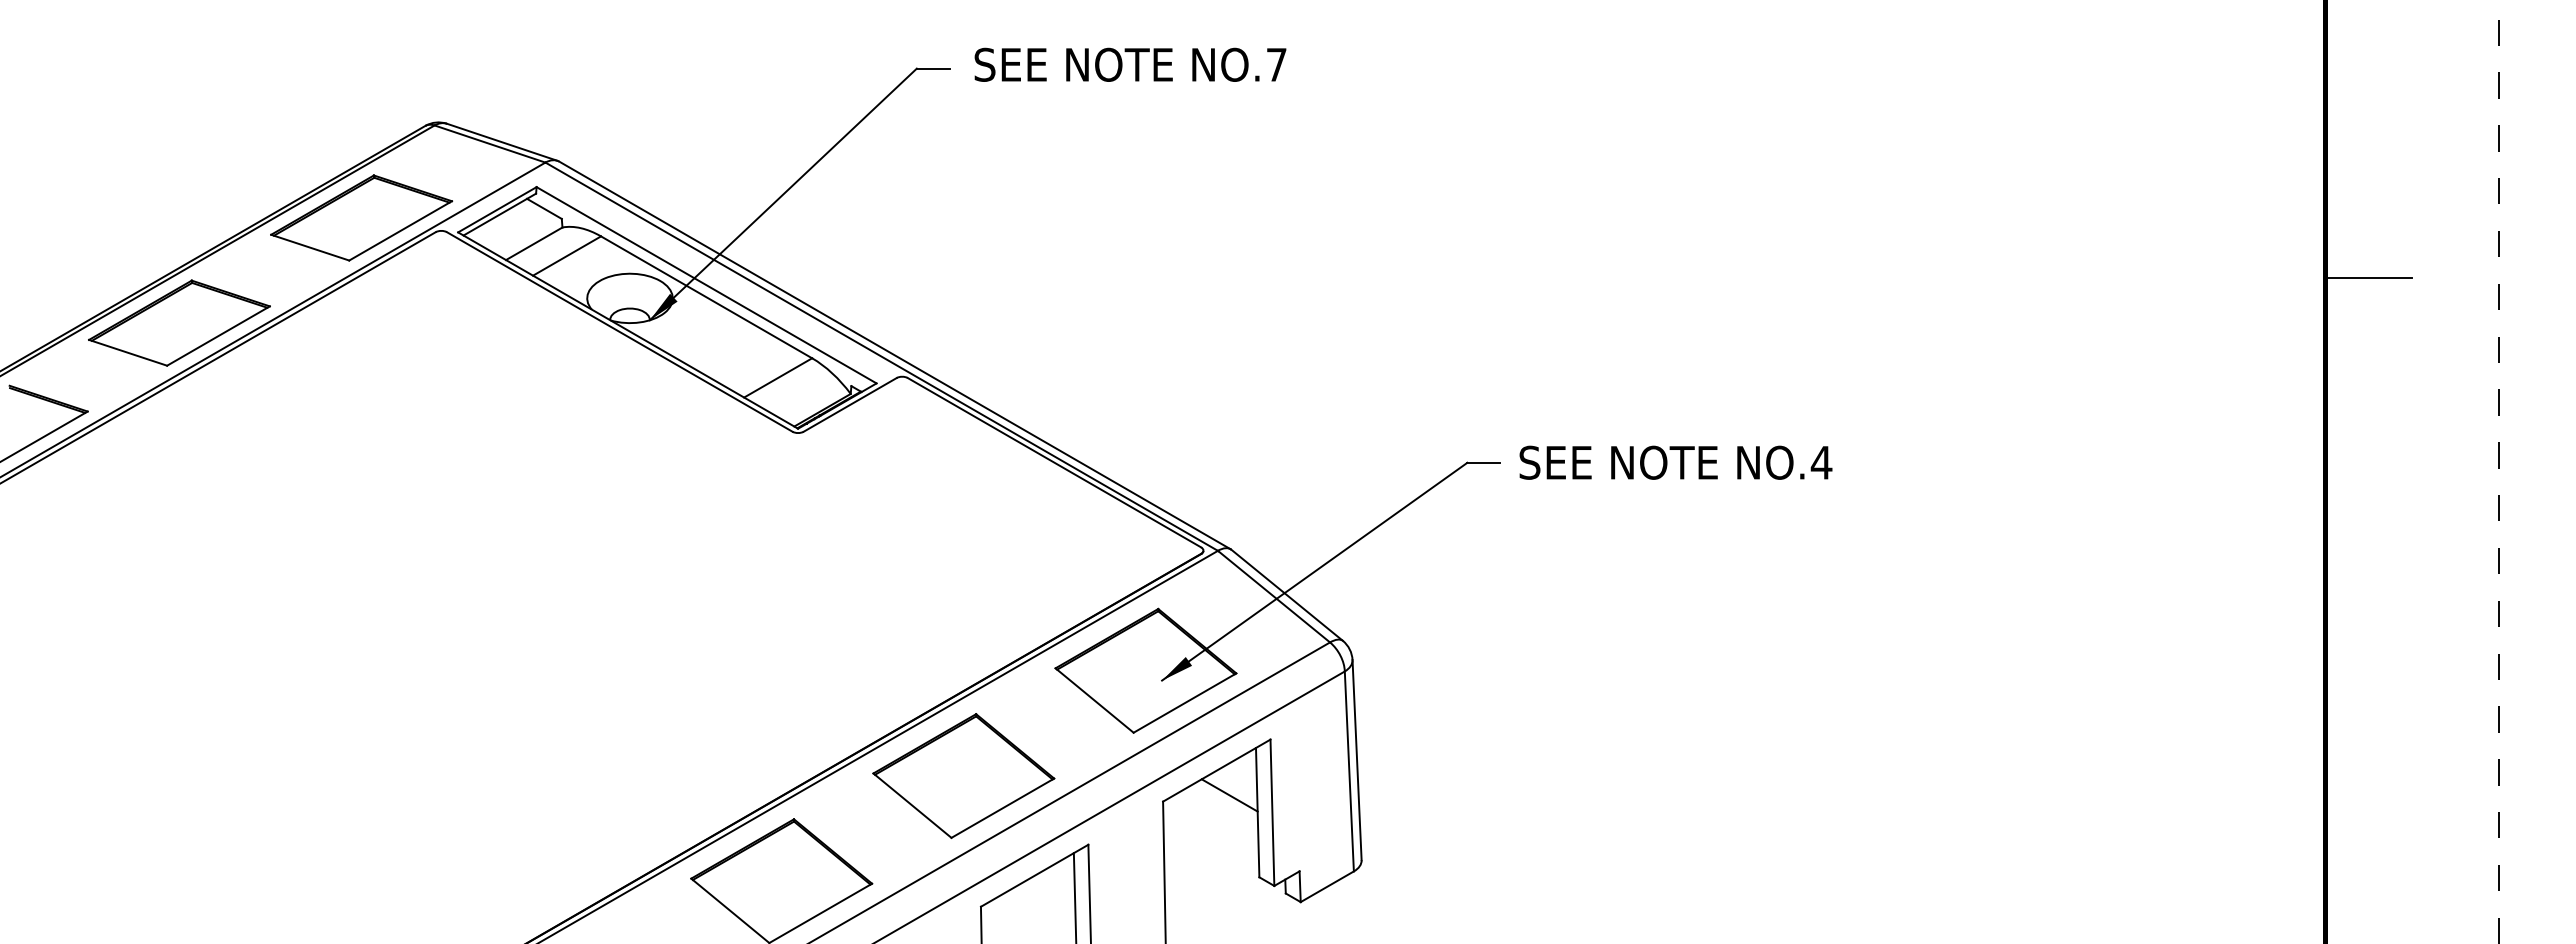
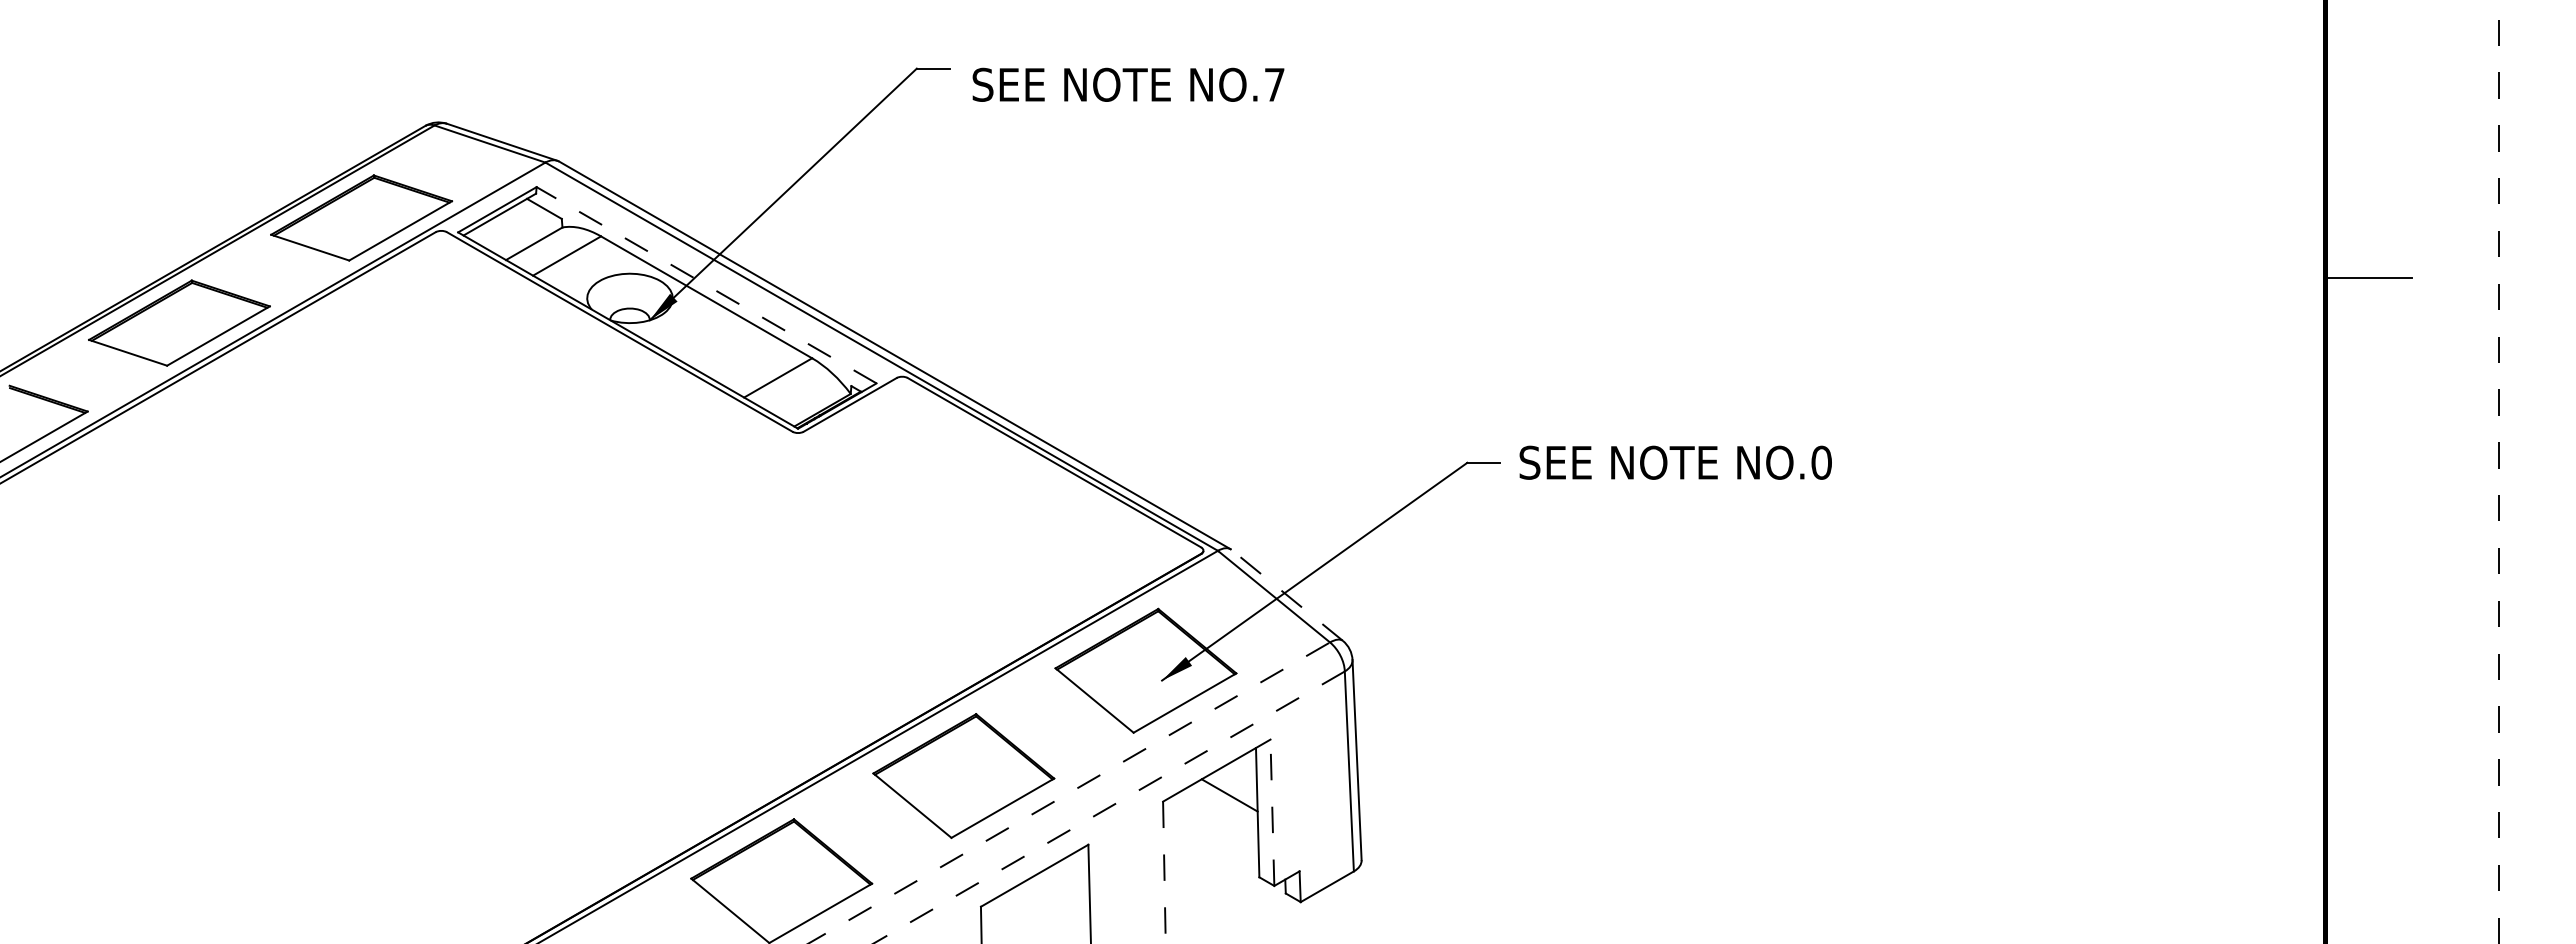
text at (1130, 64) position: (1130, 64) -> (1128, 84)
line at (706, 285): solid -> dashed
text at (1821, 462): NO.4 -> NO.0
line at (1287, 595): solid -> dashed
line at (1069, 792): solid -> dashed
line at (1108, 807): solid -> dashed
line at (1272, 812): solid -> dashed
line at (1164, 872): solid -> dashed
line at (1074, 896): present -> none
